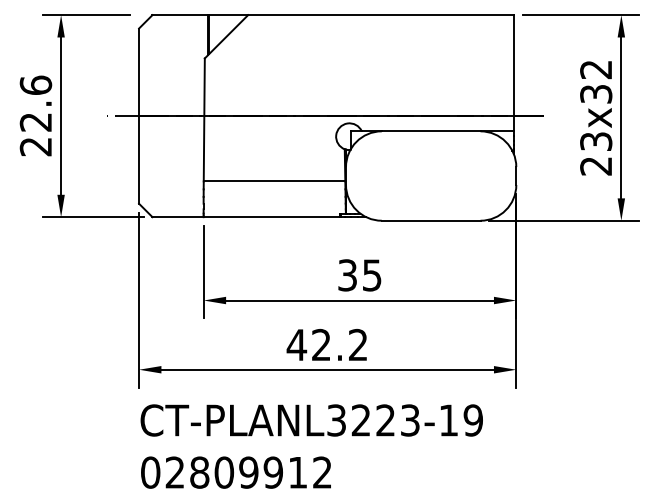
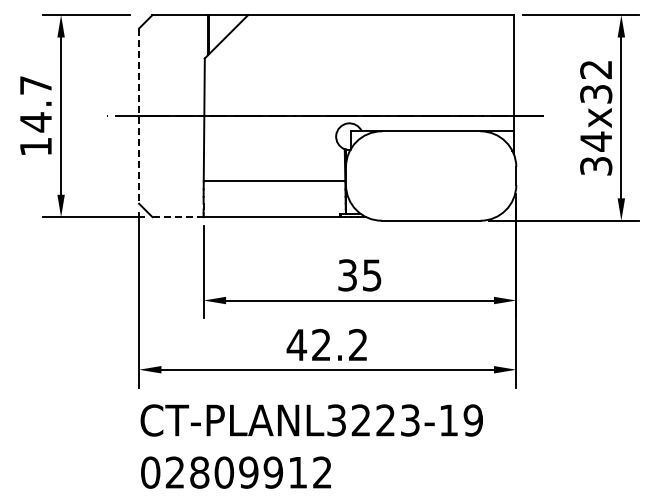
text at (35, 115): 22.6 -> 14.7
line at (139, 116): solid -> dashed
text at (596, 153): 23x32 -> 34x32
line at (178, 217): solid -> dashed
